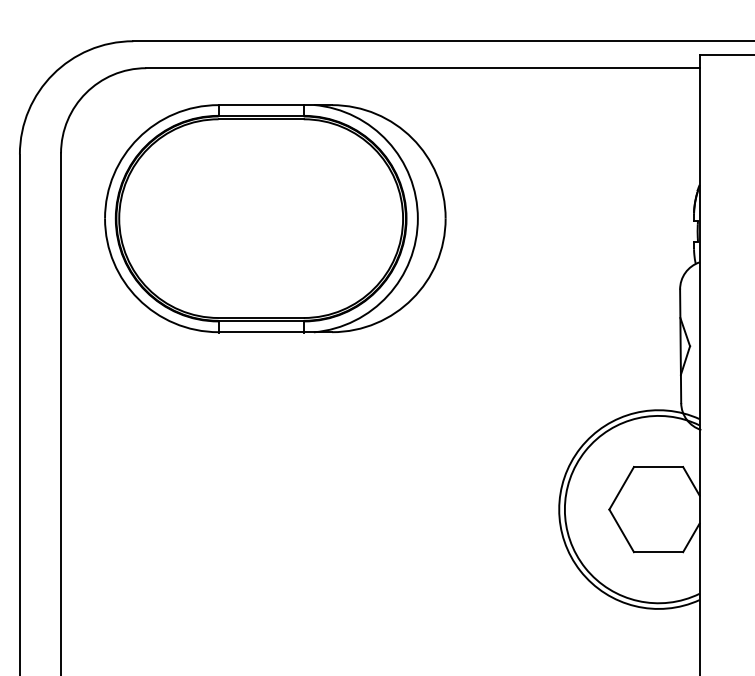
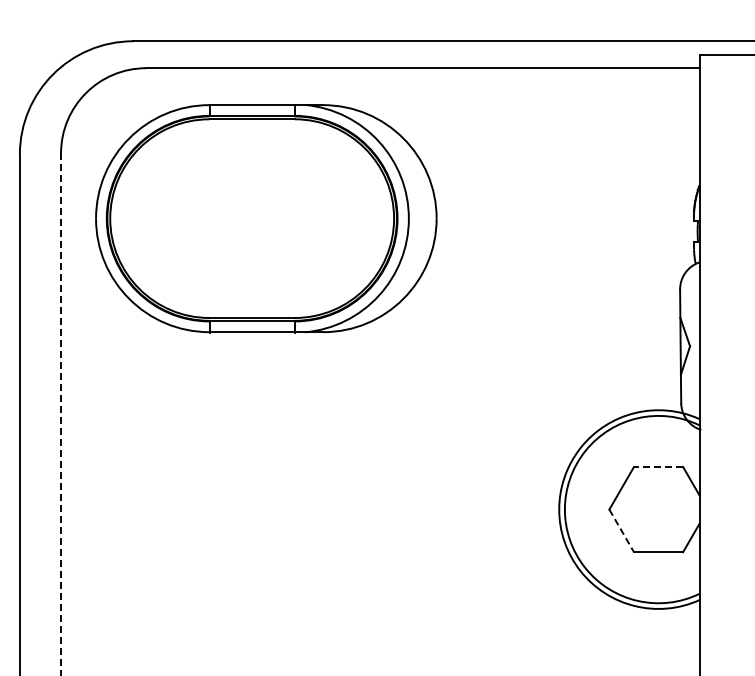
part at (275, 218) position: (275, 218) -> (266, 218)
line at (61, 414): solid -> dashed
line at (658, 467): solid -> dashed
line at (621, 530): solid -> dashed
